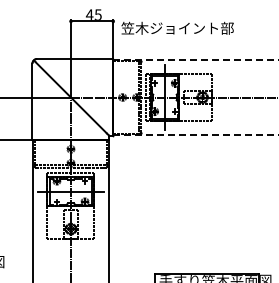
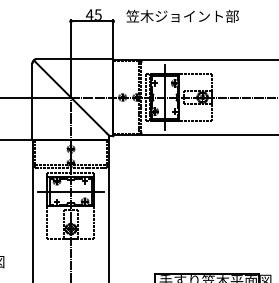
text at (177, 27) position: (177, 27) -> (182, 15)
line at (196, 59): dashed -> solid
line at (196, 135): dashed -> solid
